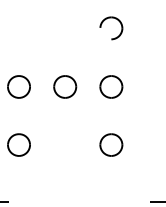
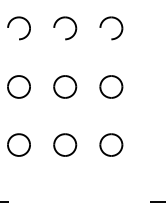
part at (9, 26): none -> present
part at (73, 33): none -> present
part at (65, 144): none -> present
